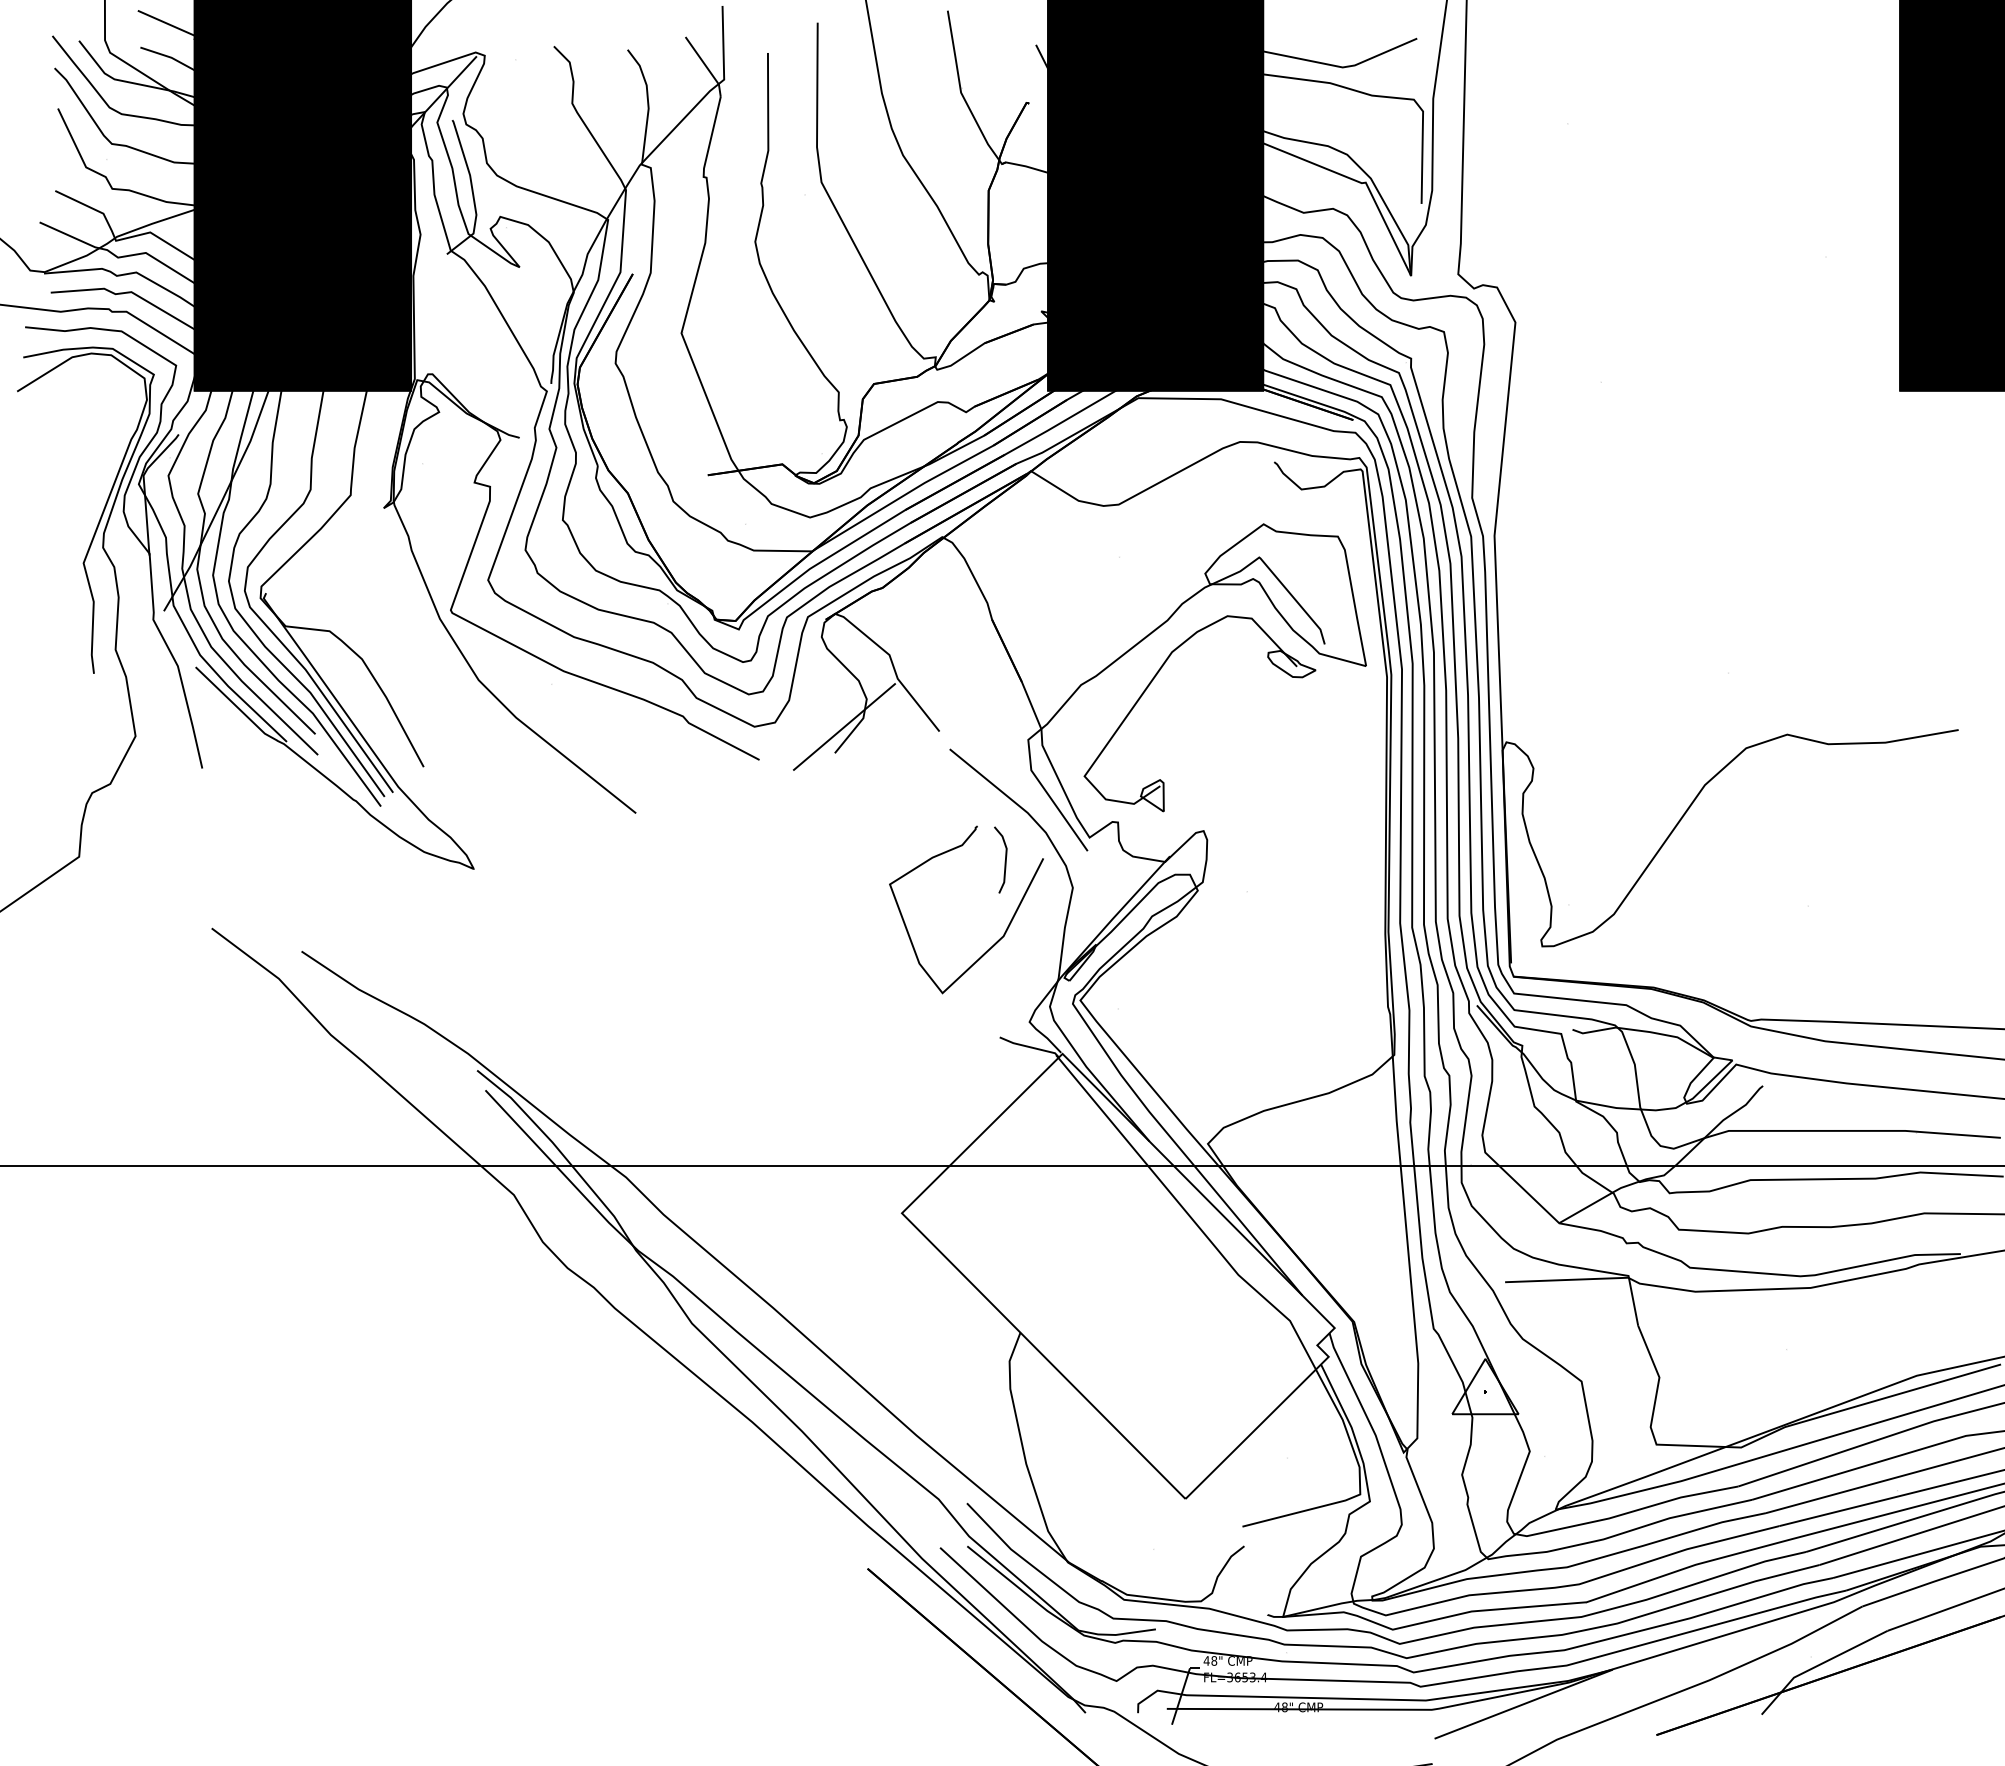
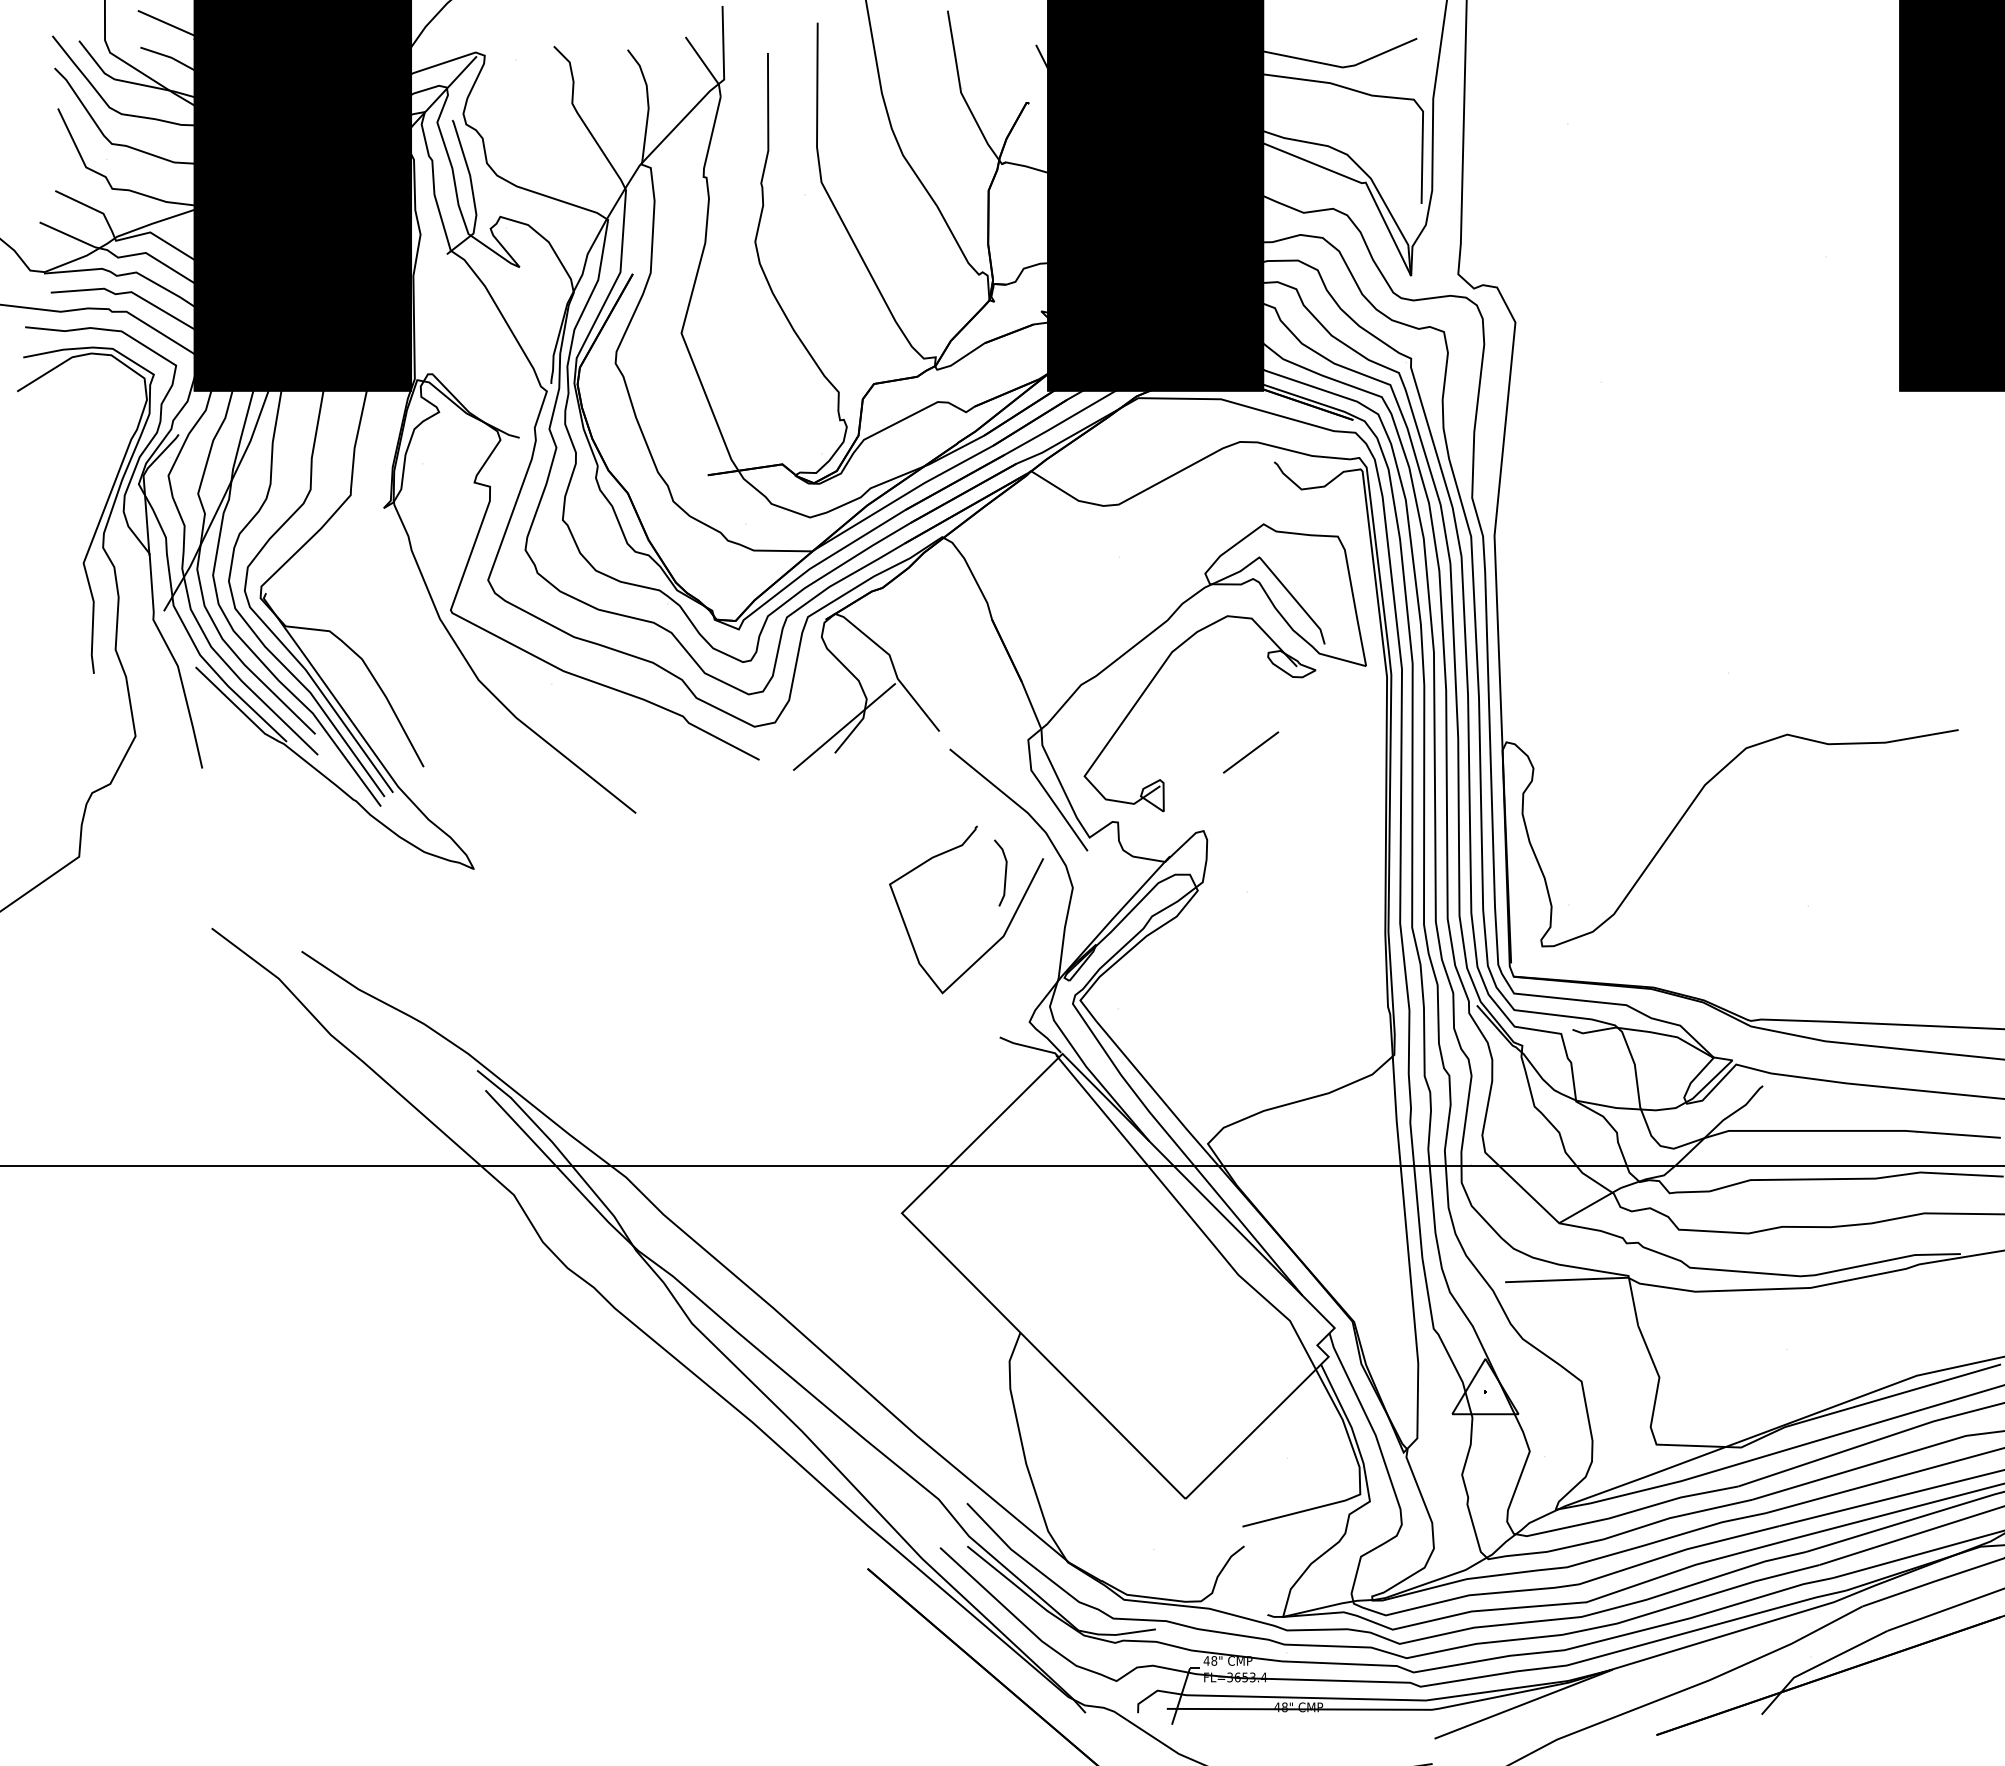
line at (1251, 752): none -> present
line at (1004, 861) position: (1004, 861) -> (1004, 874)
